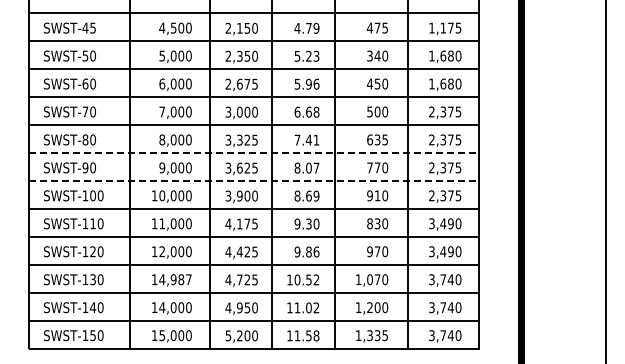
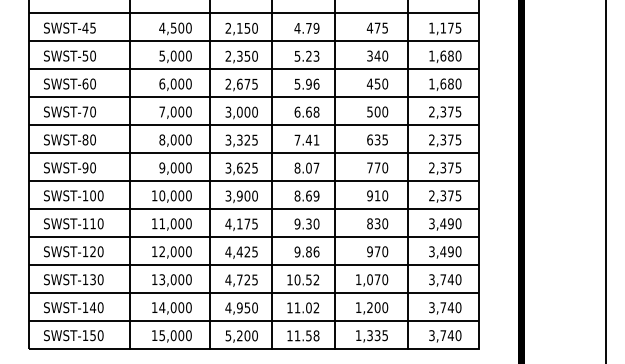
line at (254, 153): dashed -> solid
line at (254, 181): dashed -> solid
text at (175, 279): 14,987 -> 13,000
